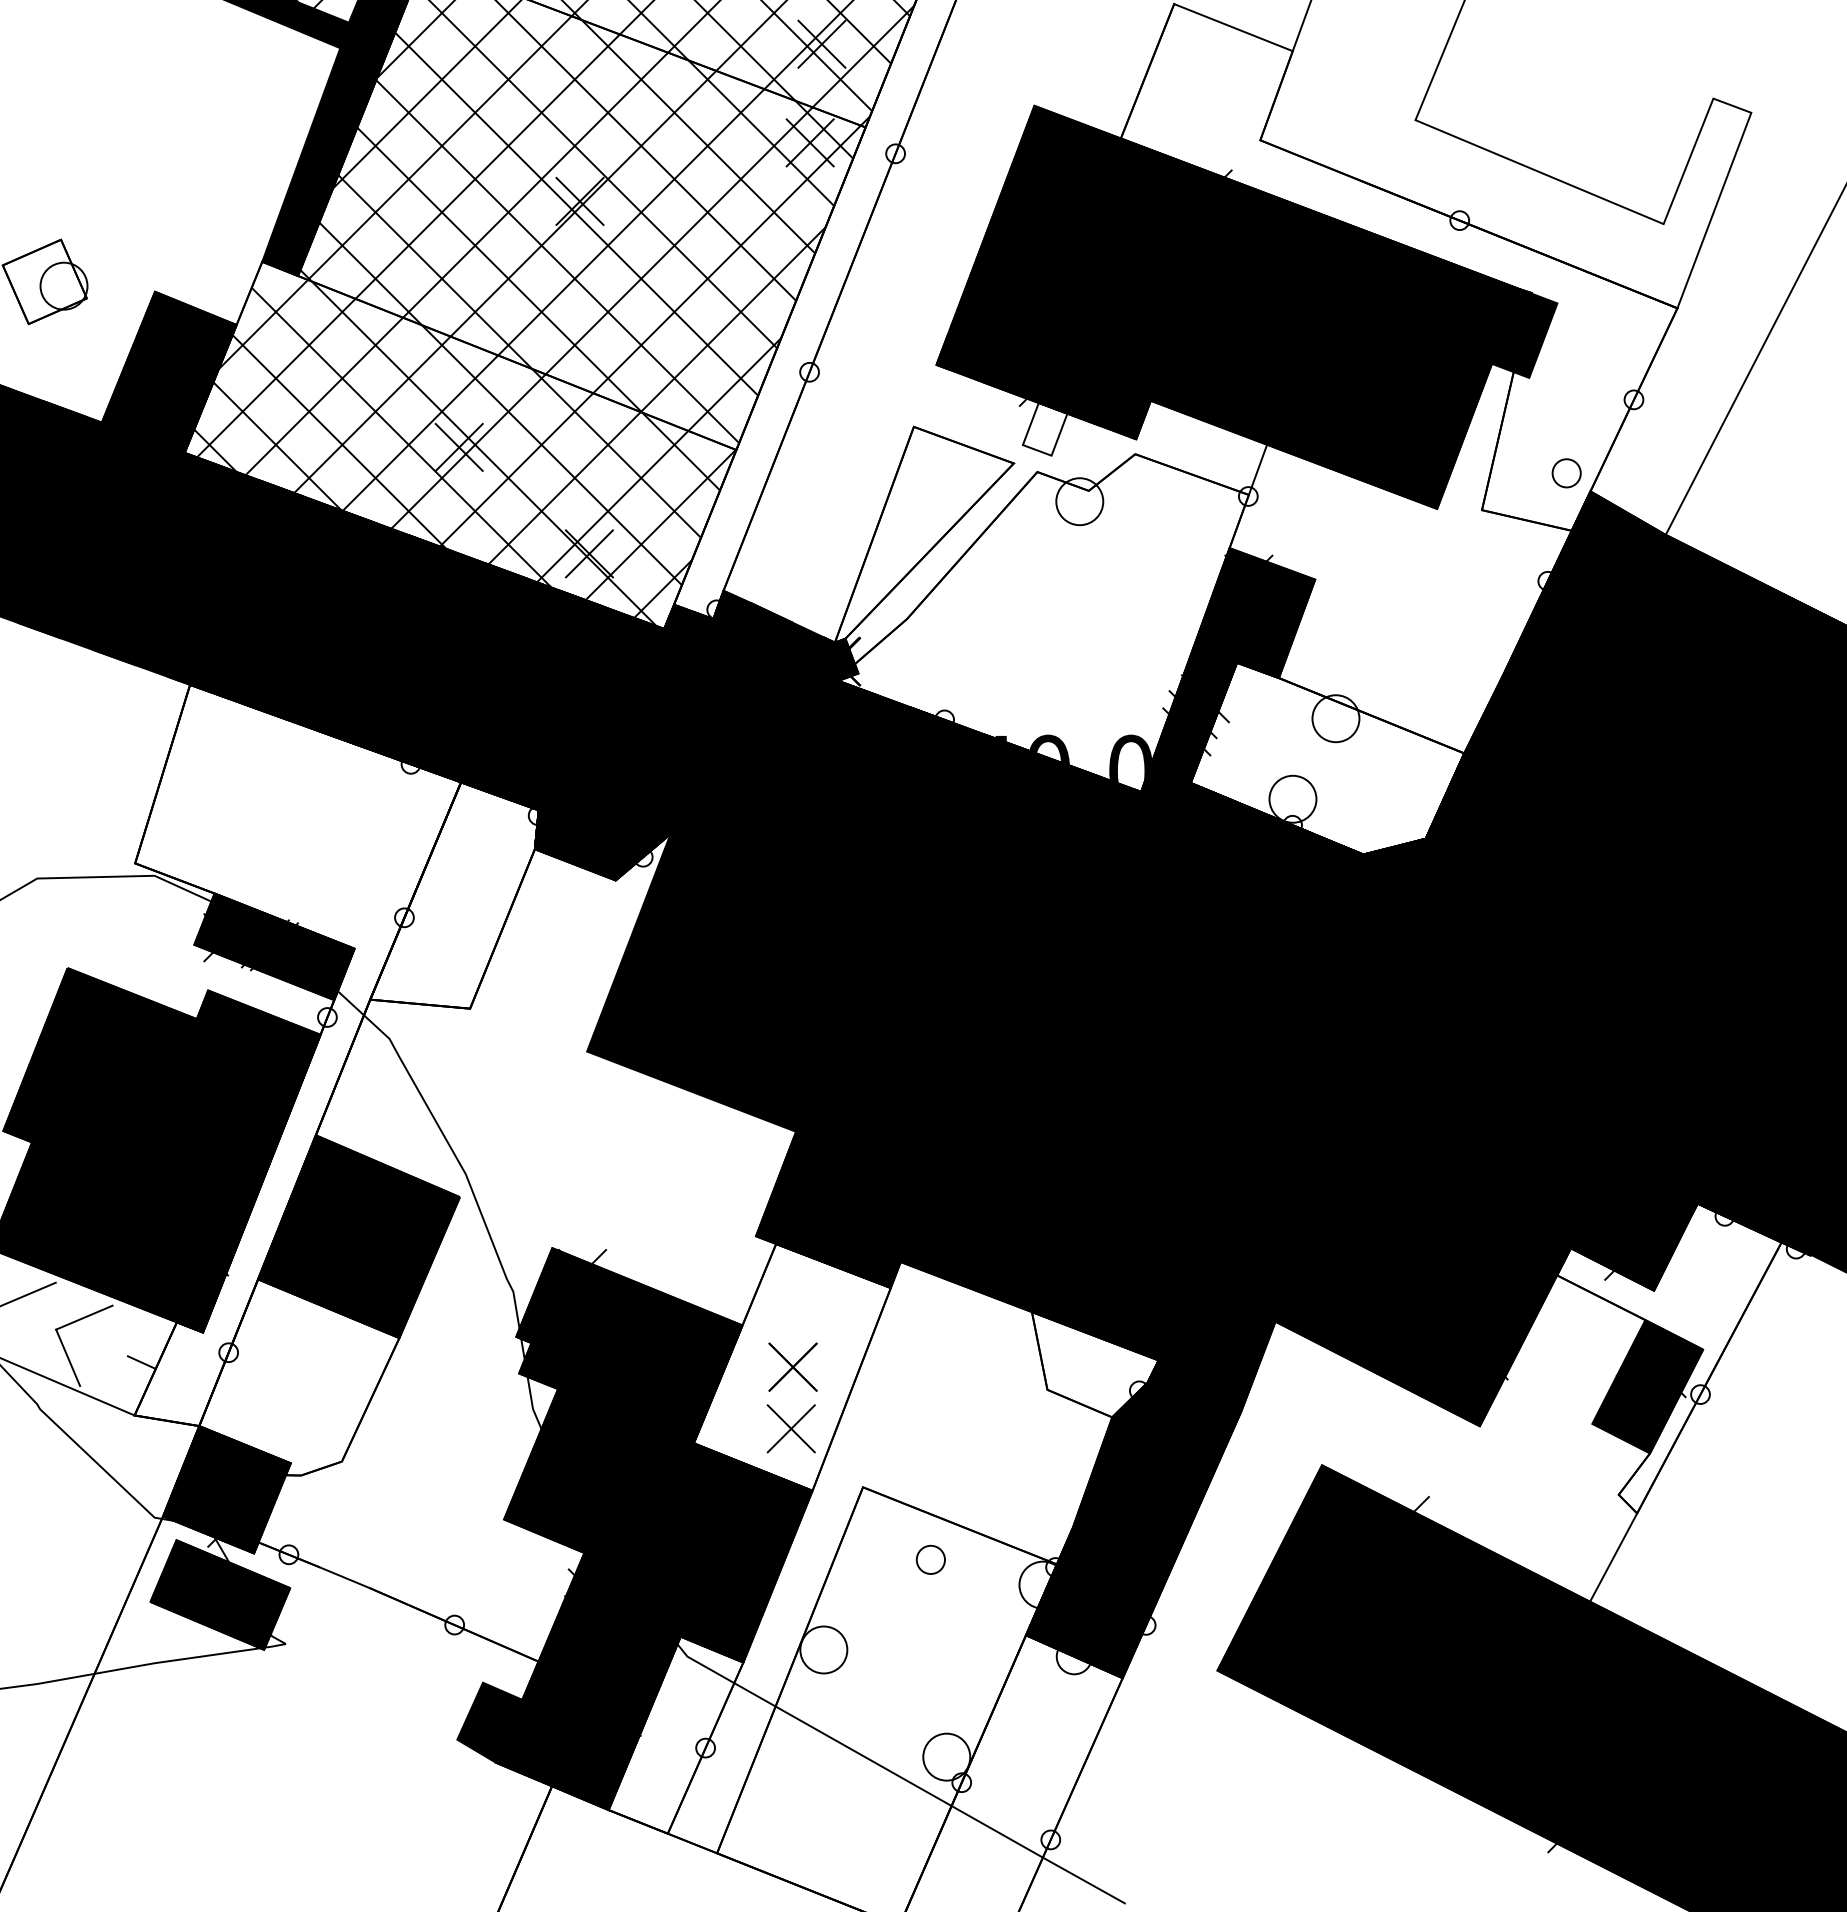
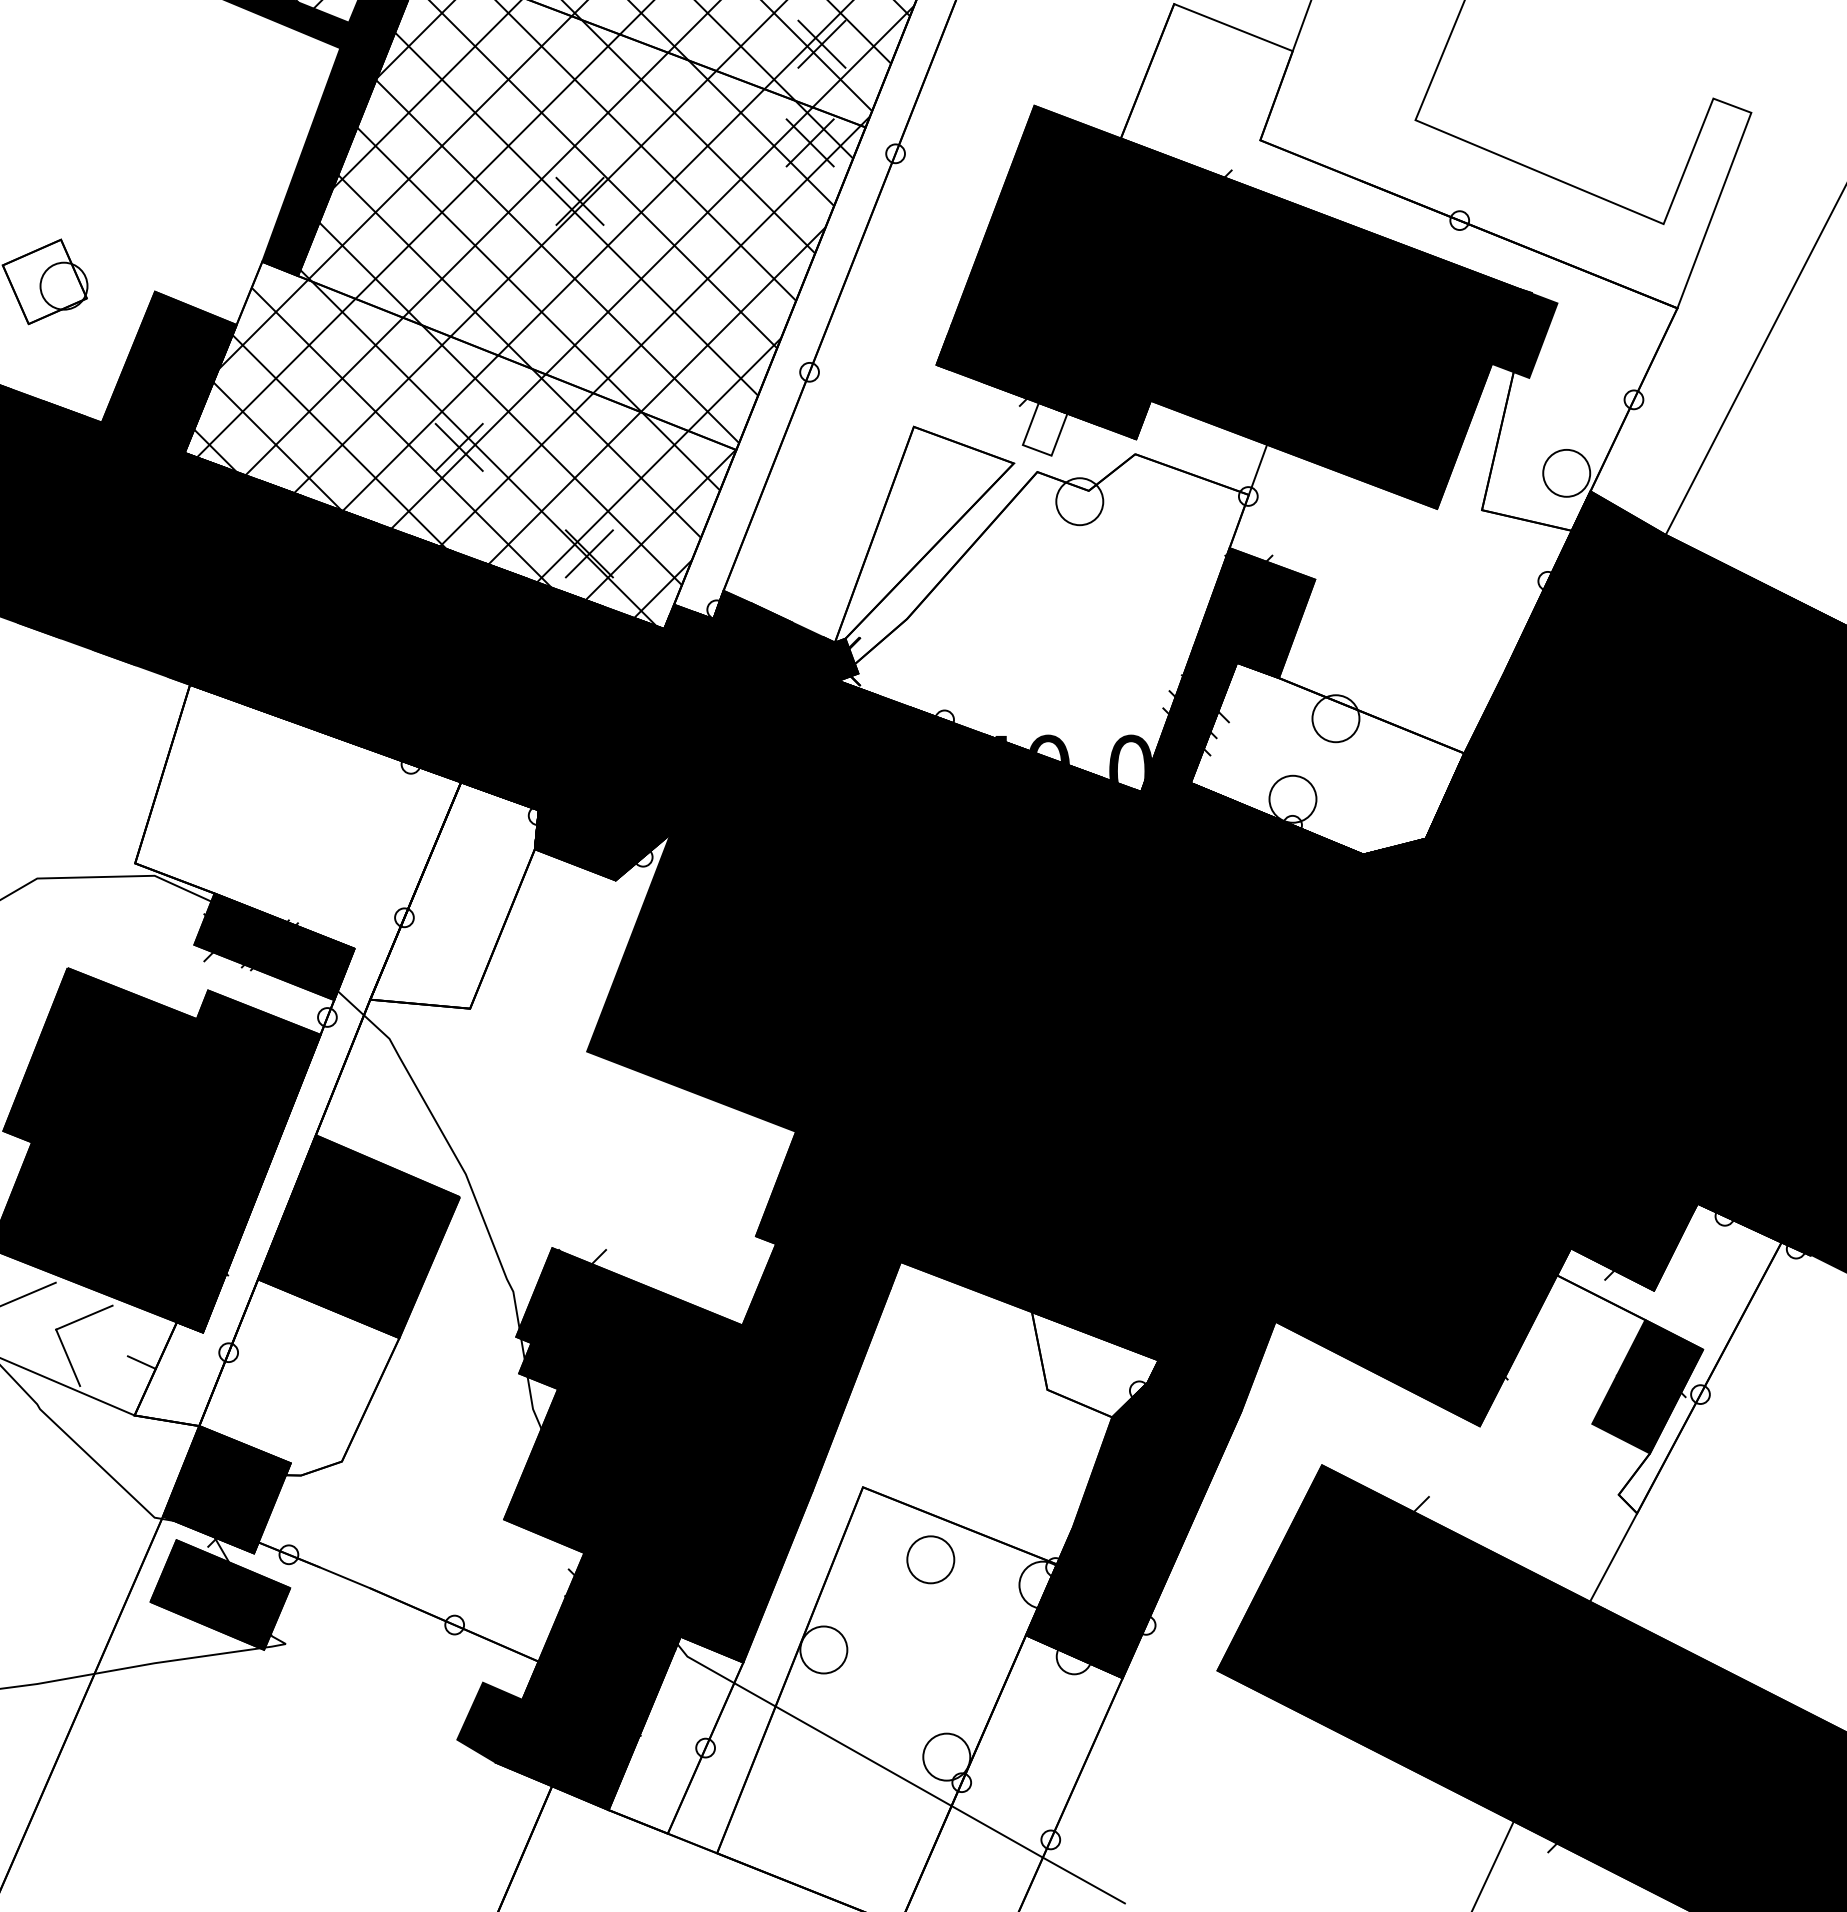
circle at (1566, 473) diameter: 28 px -> 47 px
fill at (791, 1367): none -> present
circle at (930, 1559) size: 31x31 px -> 50x50 px
line at (1493, 1864): none -> present
